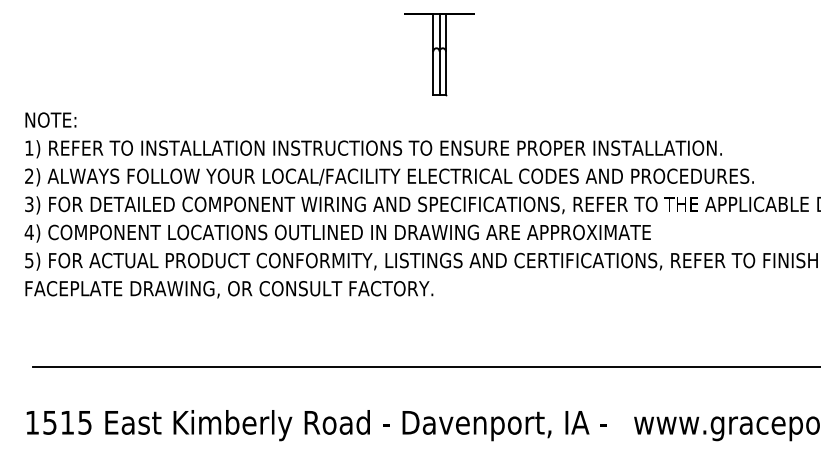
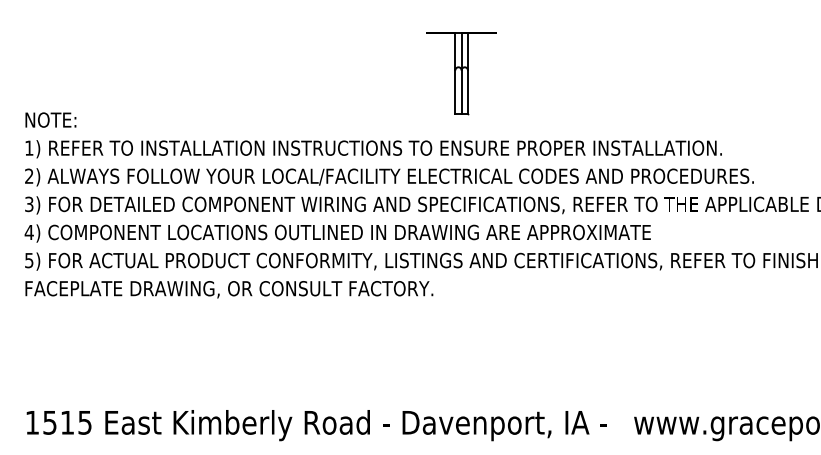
part at (439, 54) position: (439, 54) -> (461, 73)
line at (424, 367): present -> none
